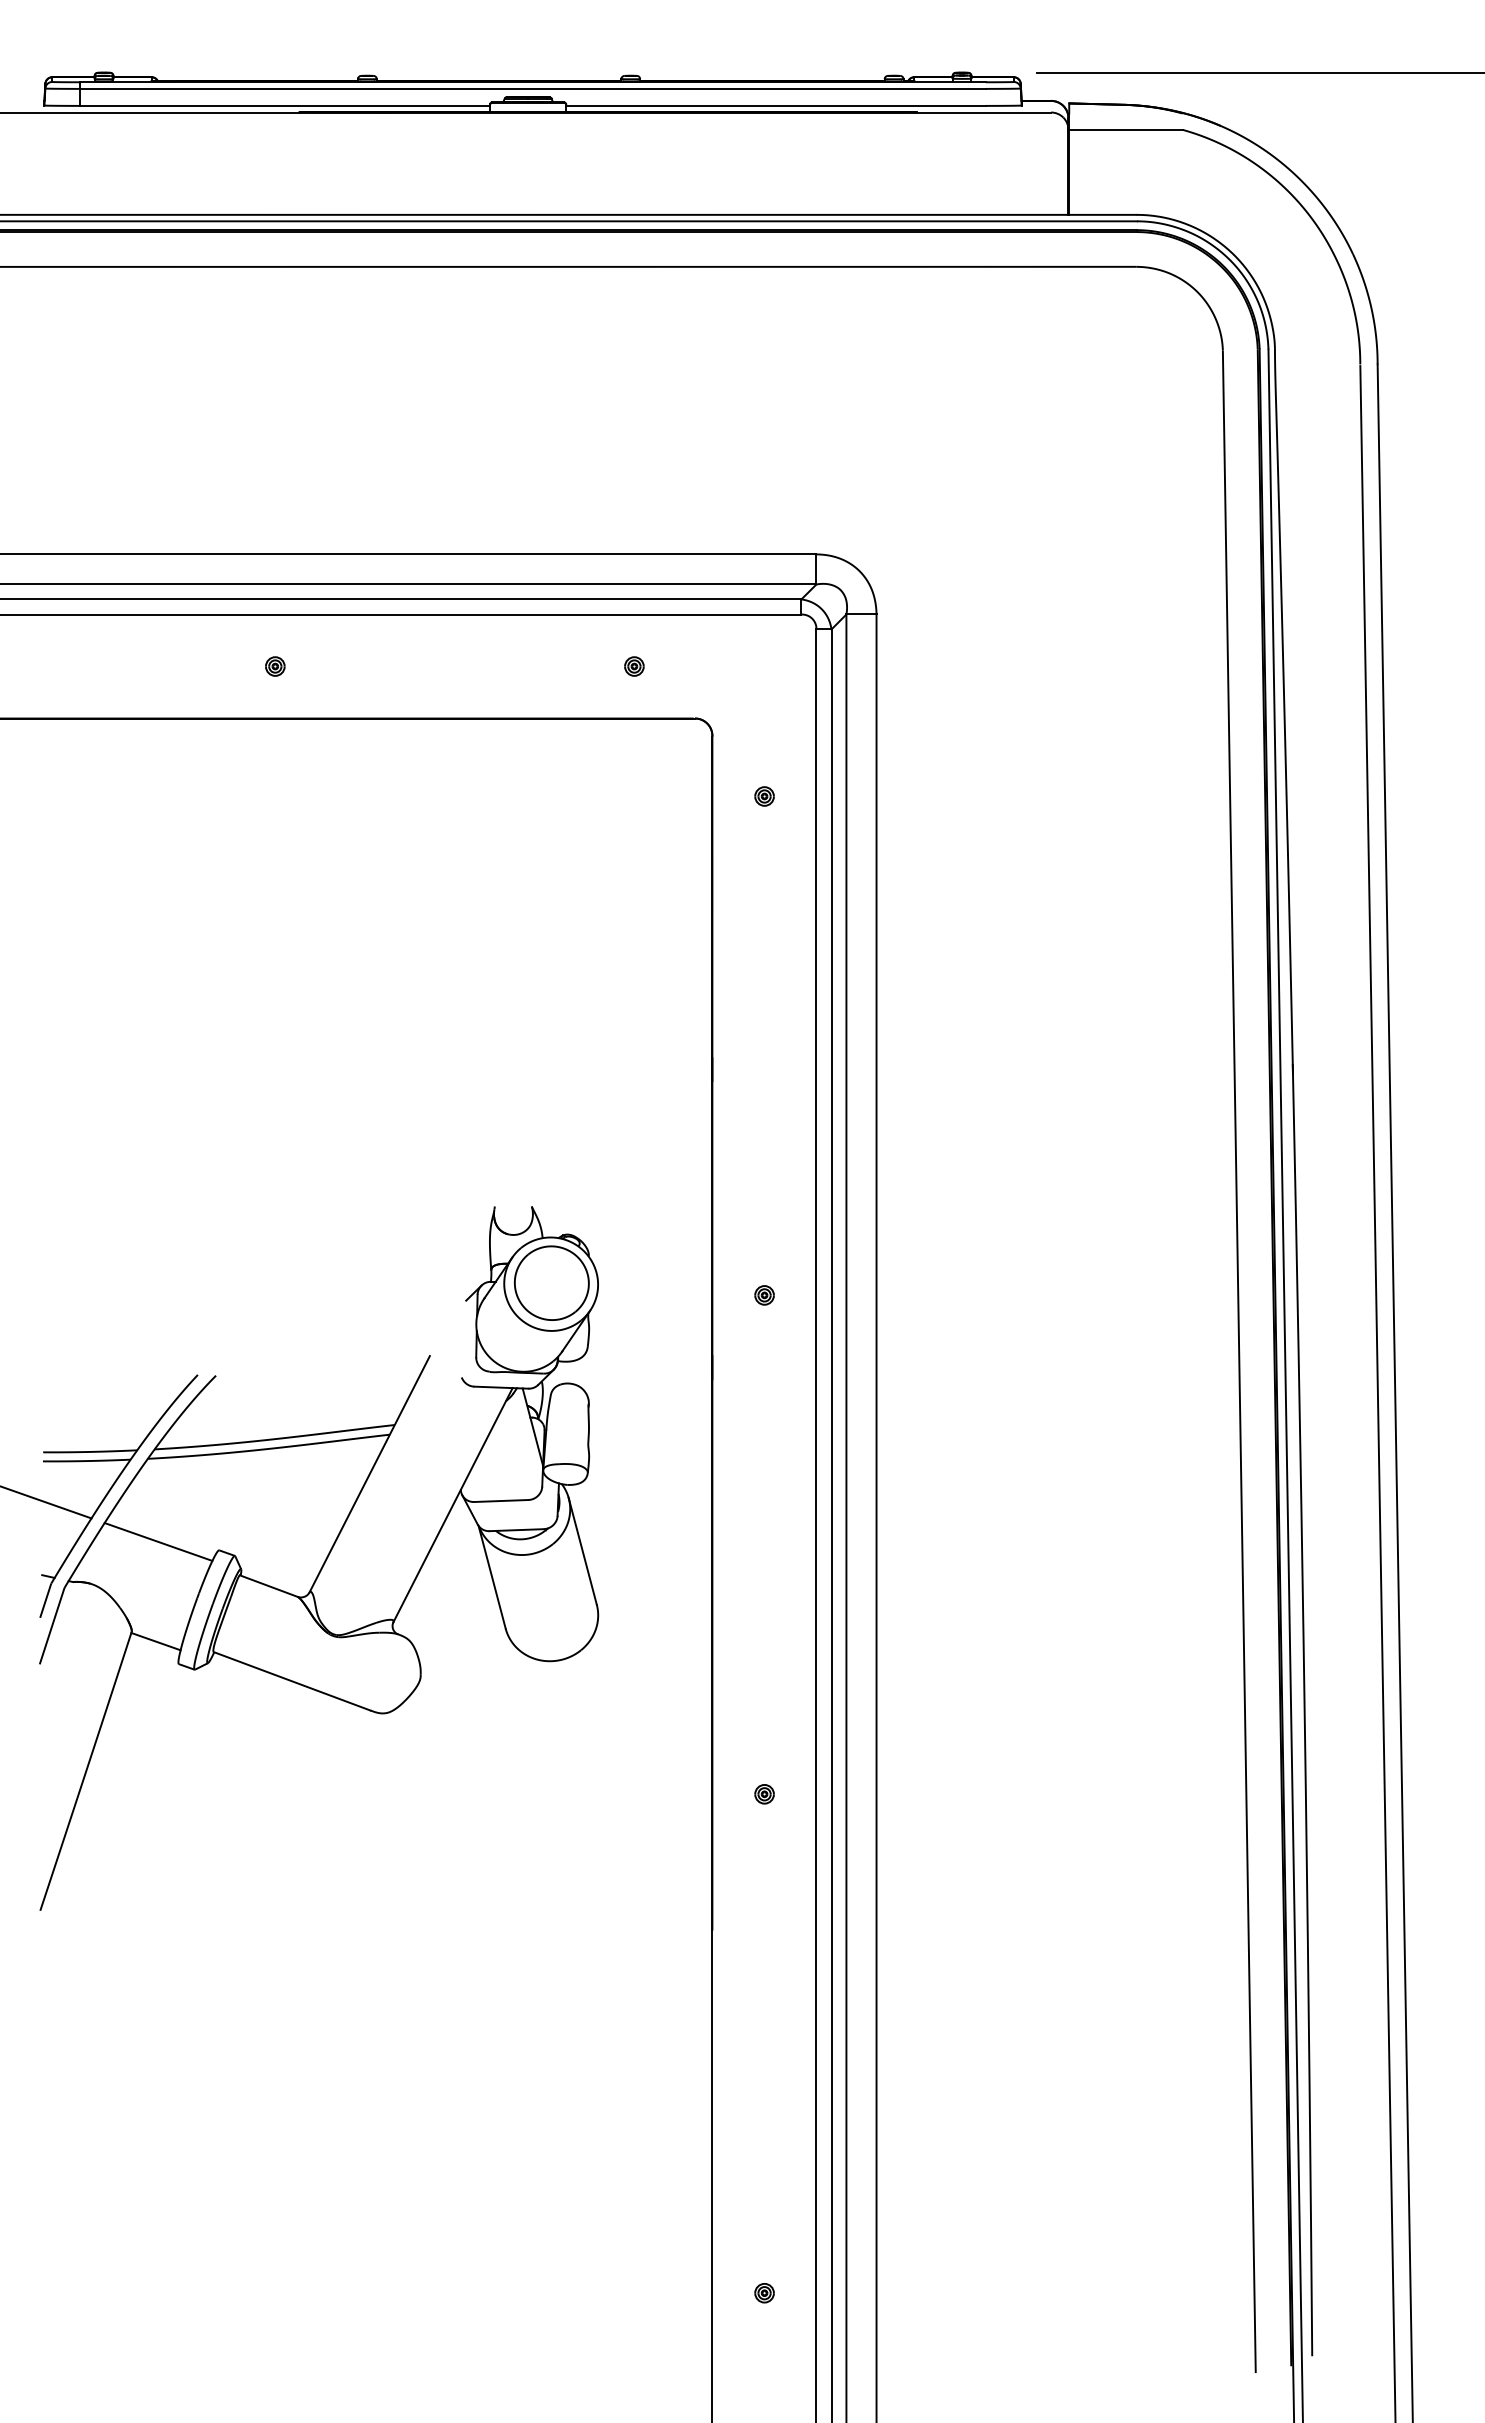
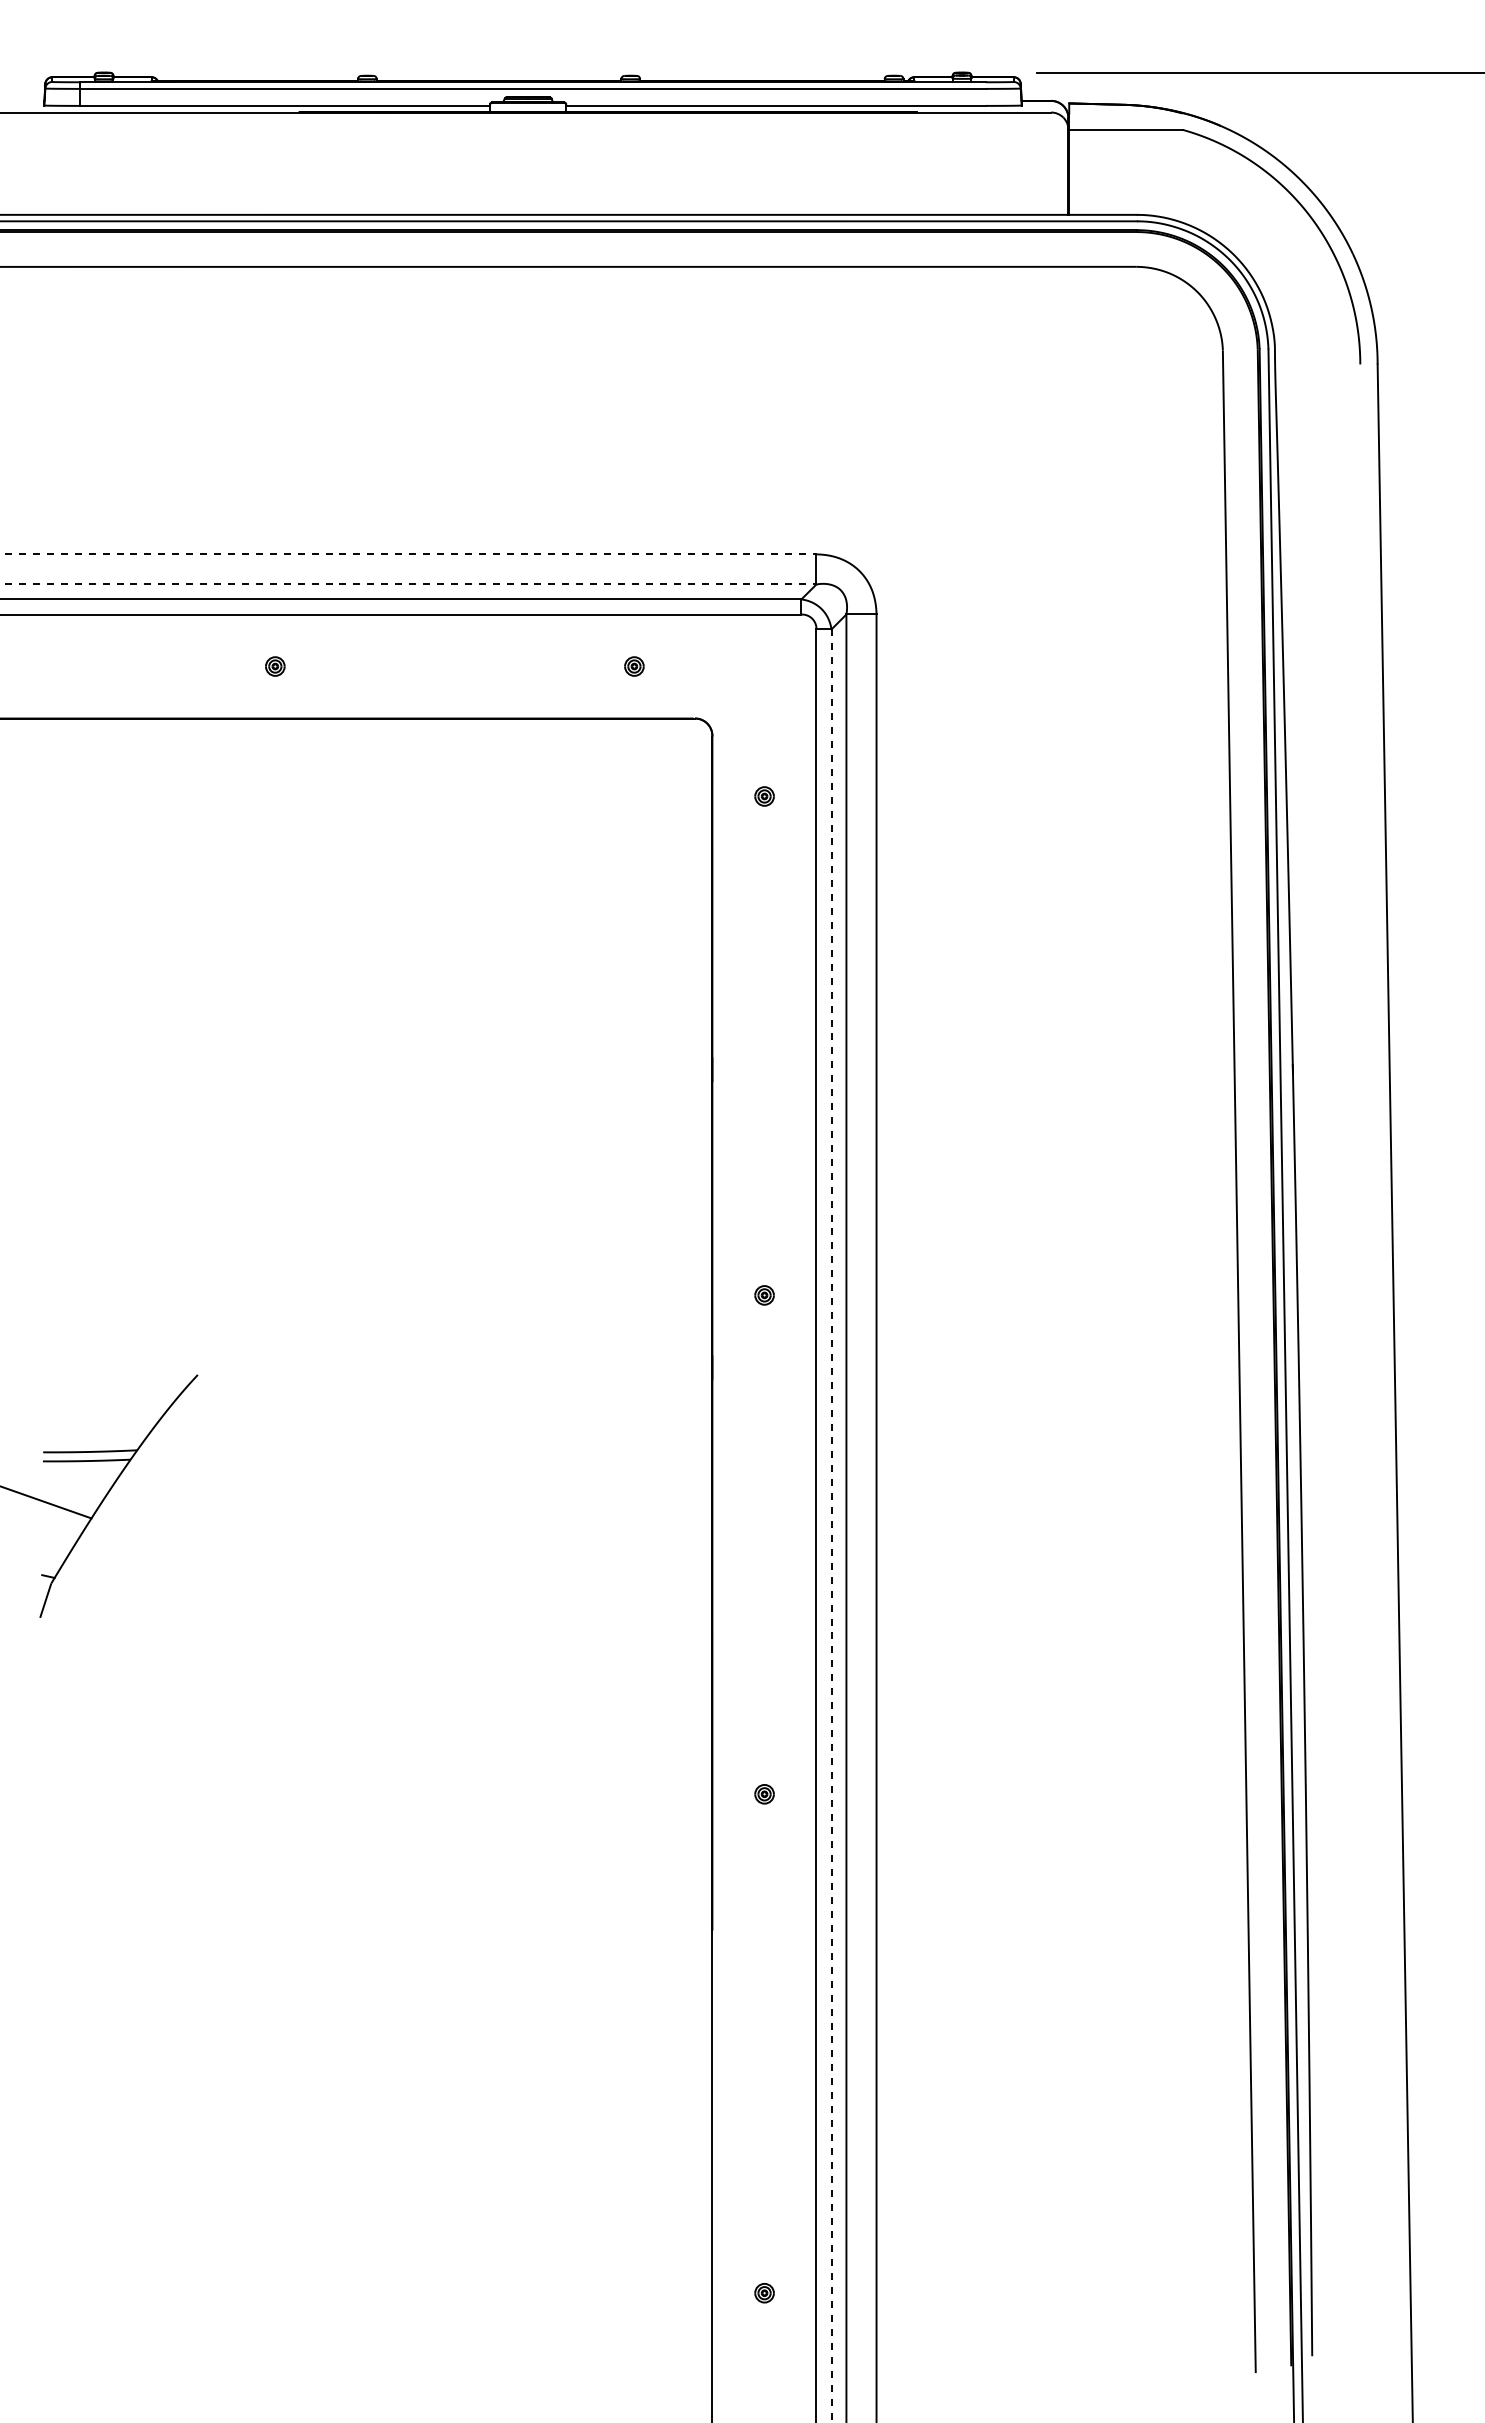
line at (408, 554): solid -> dashed
line at (408, 584): solid -> dashed
line at (1377, 1392): present -> none
line at (831, 1526): solid -> dashed
part at (319, 1558): present -> none
